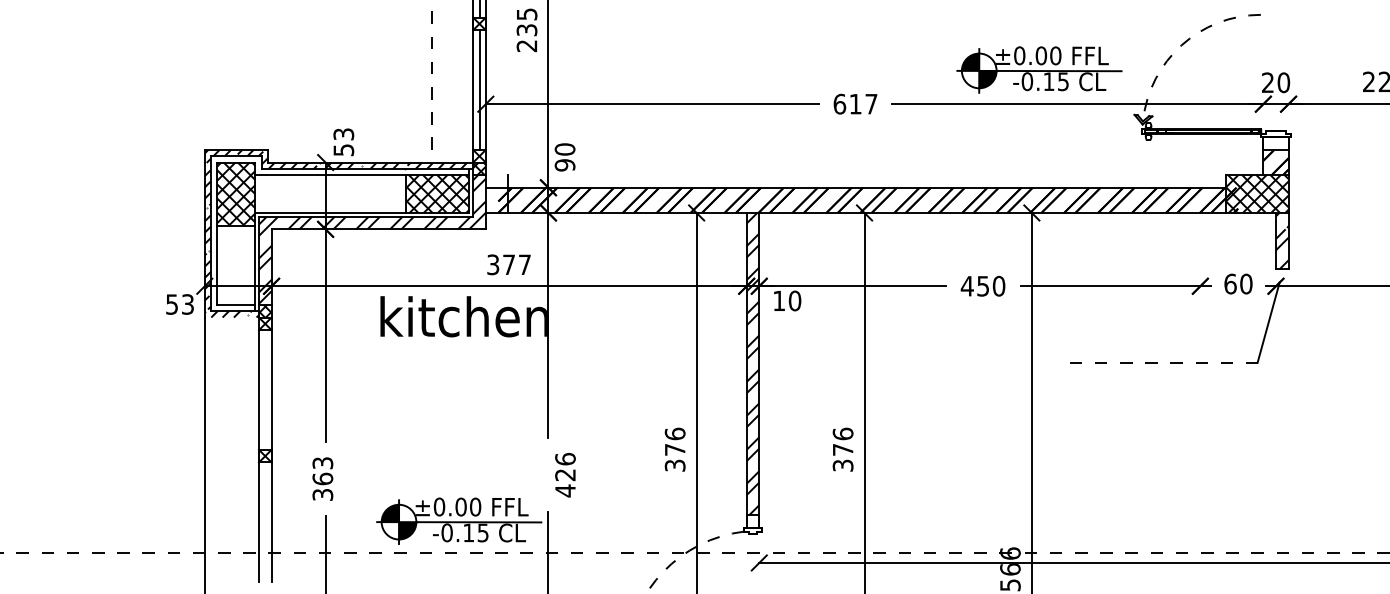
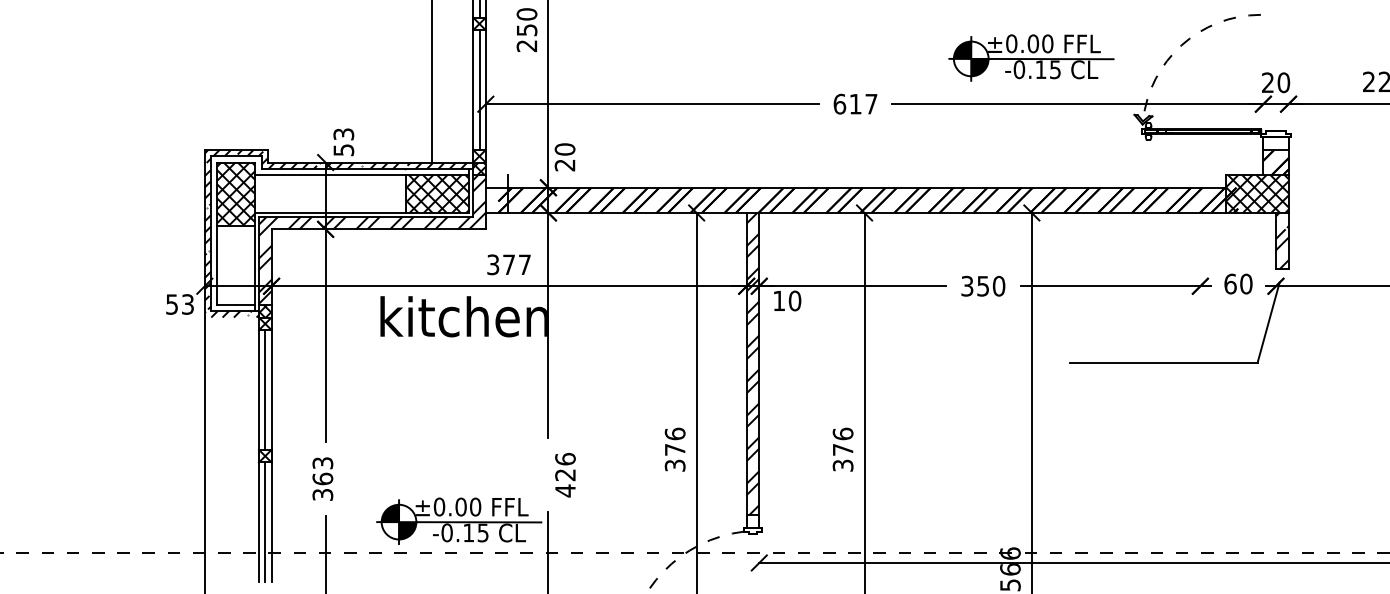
text at (526, 21): 235 -> 250
part at (1039, 69) position: (1039, 69) -> (1031, 57)
line at (431, 81): dashed -> solid
text at (564, 165): 90 -> 20
text at (966, 285): 450 -> 350
line at (1164, 362): dashed -> solid
line at (265, 389): none -> present
line at (265, 522): none -> present
